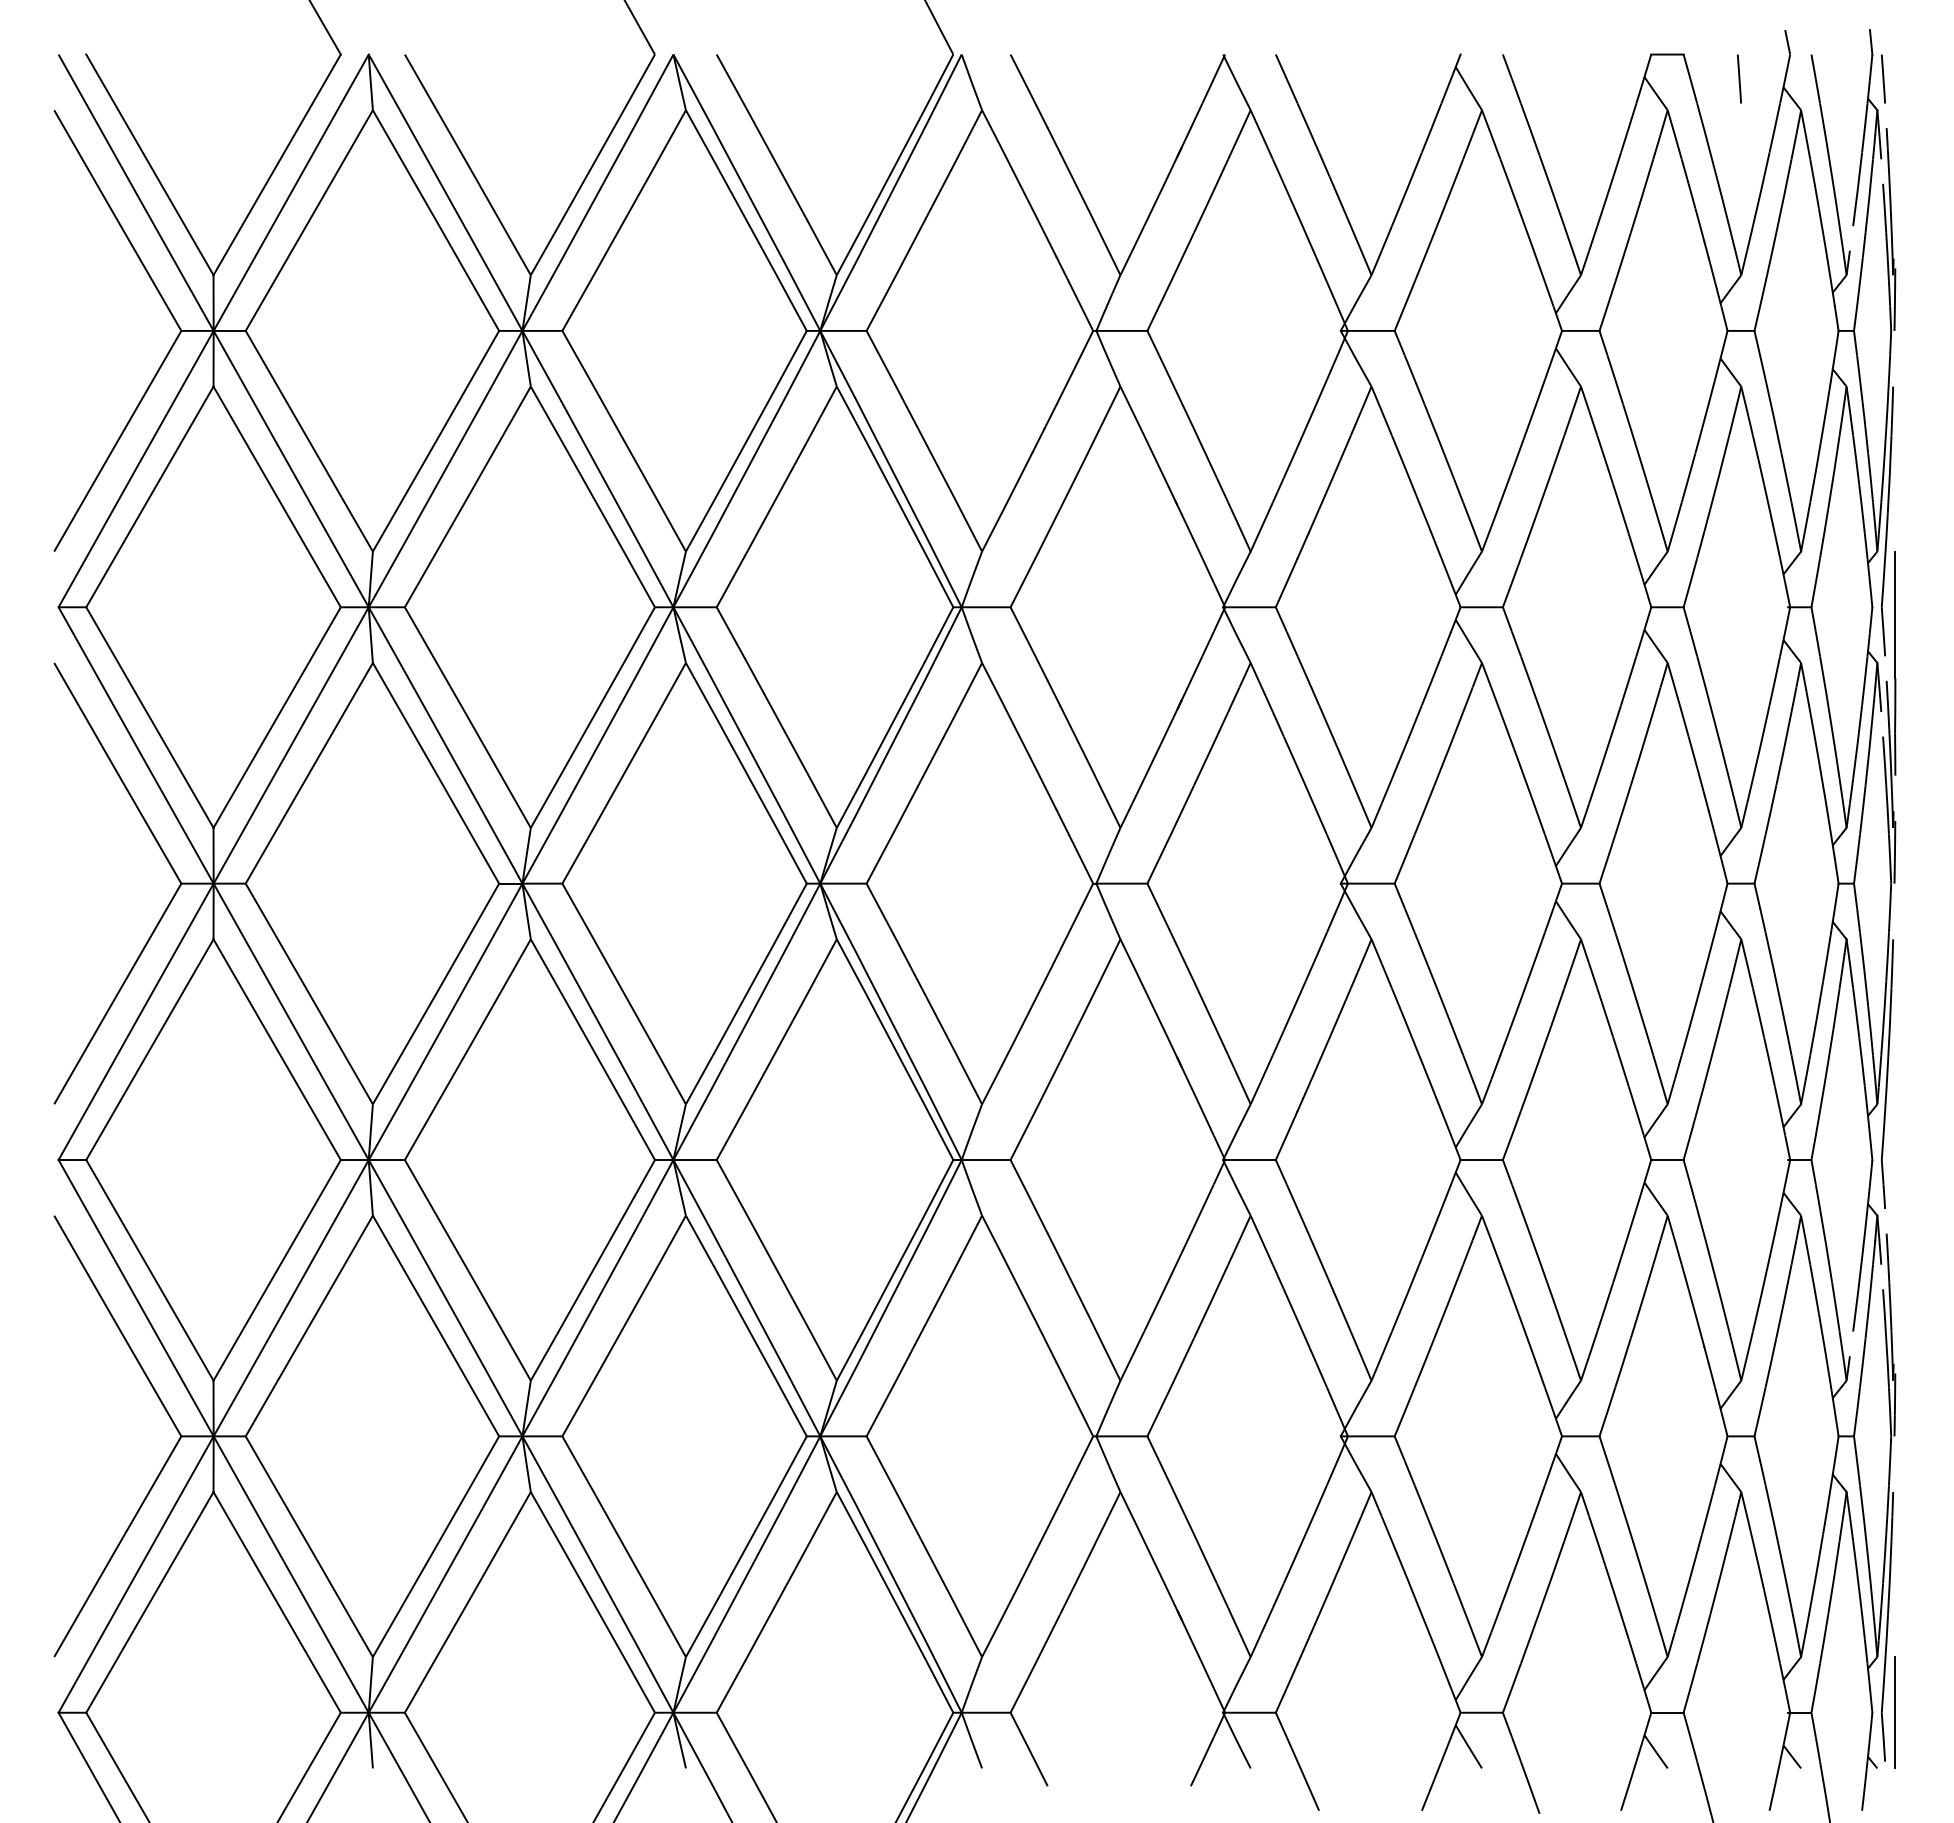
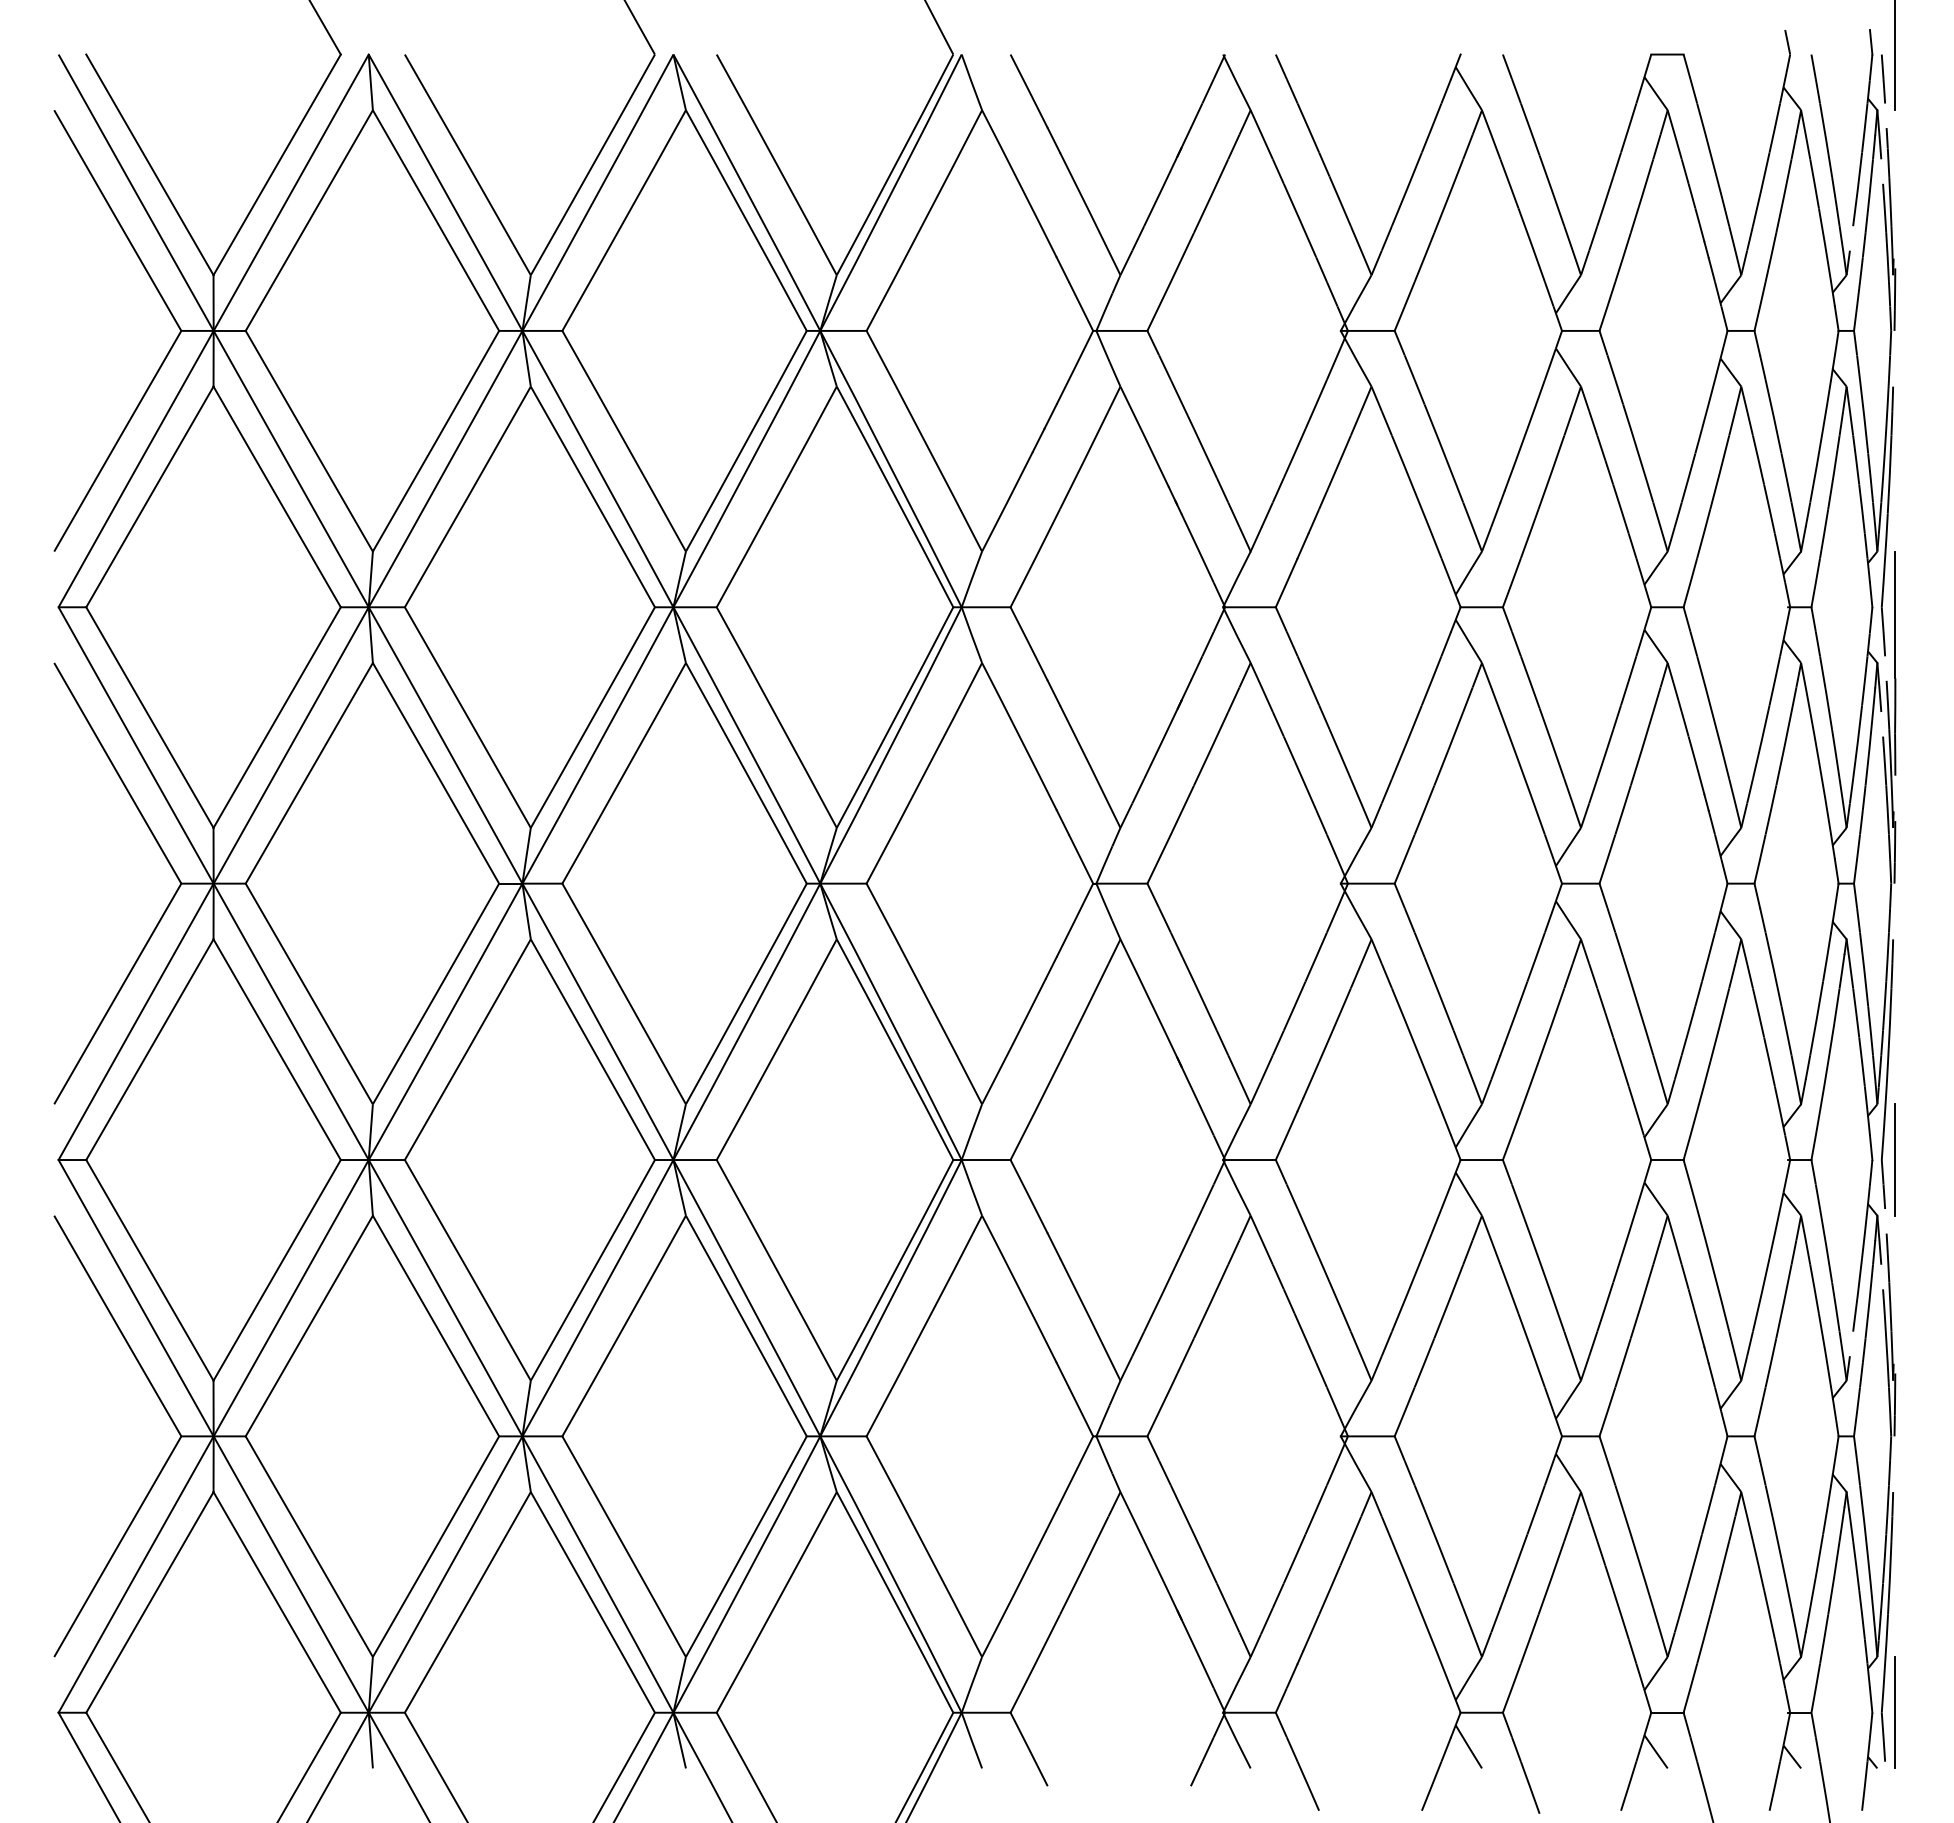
line at (1895, 56): none -> present
line at (1739, 78): present -> none
line at (1895, 1159): none -> present
